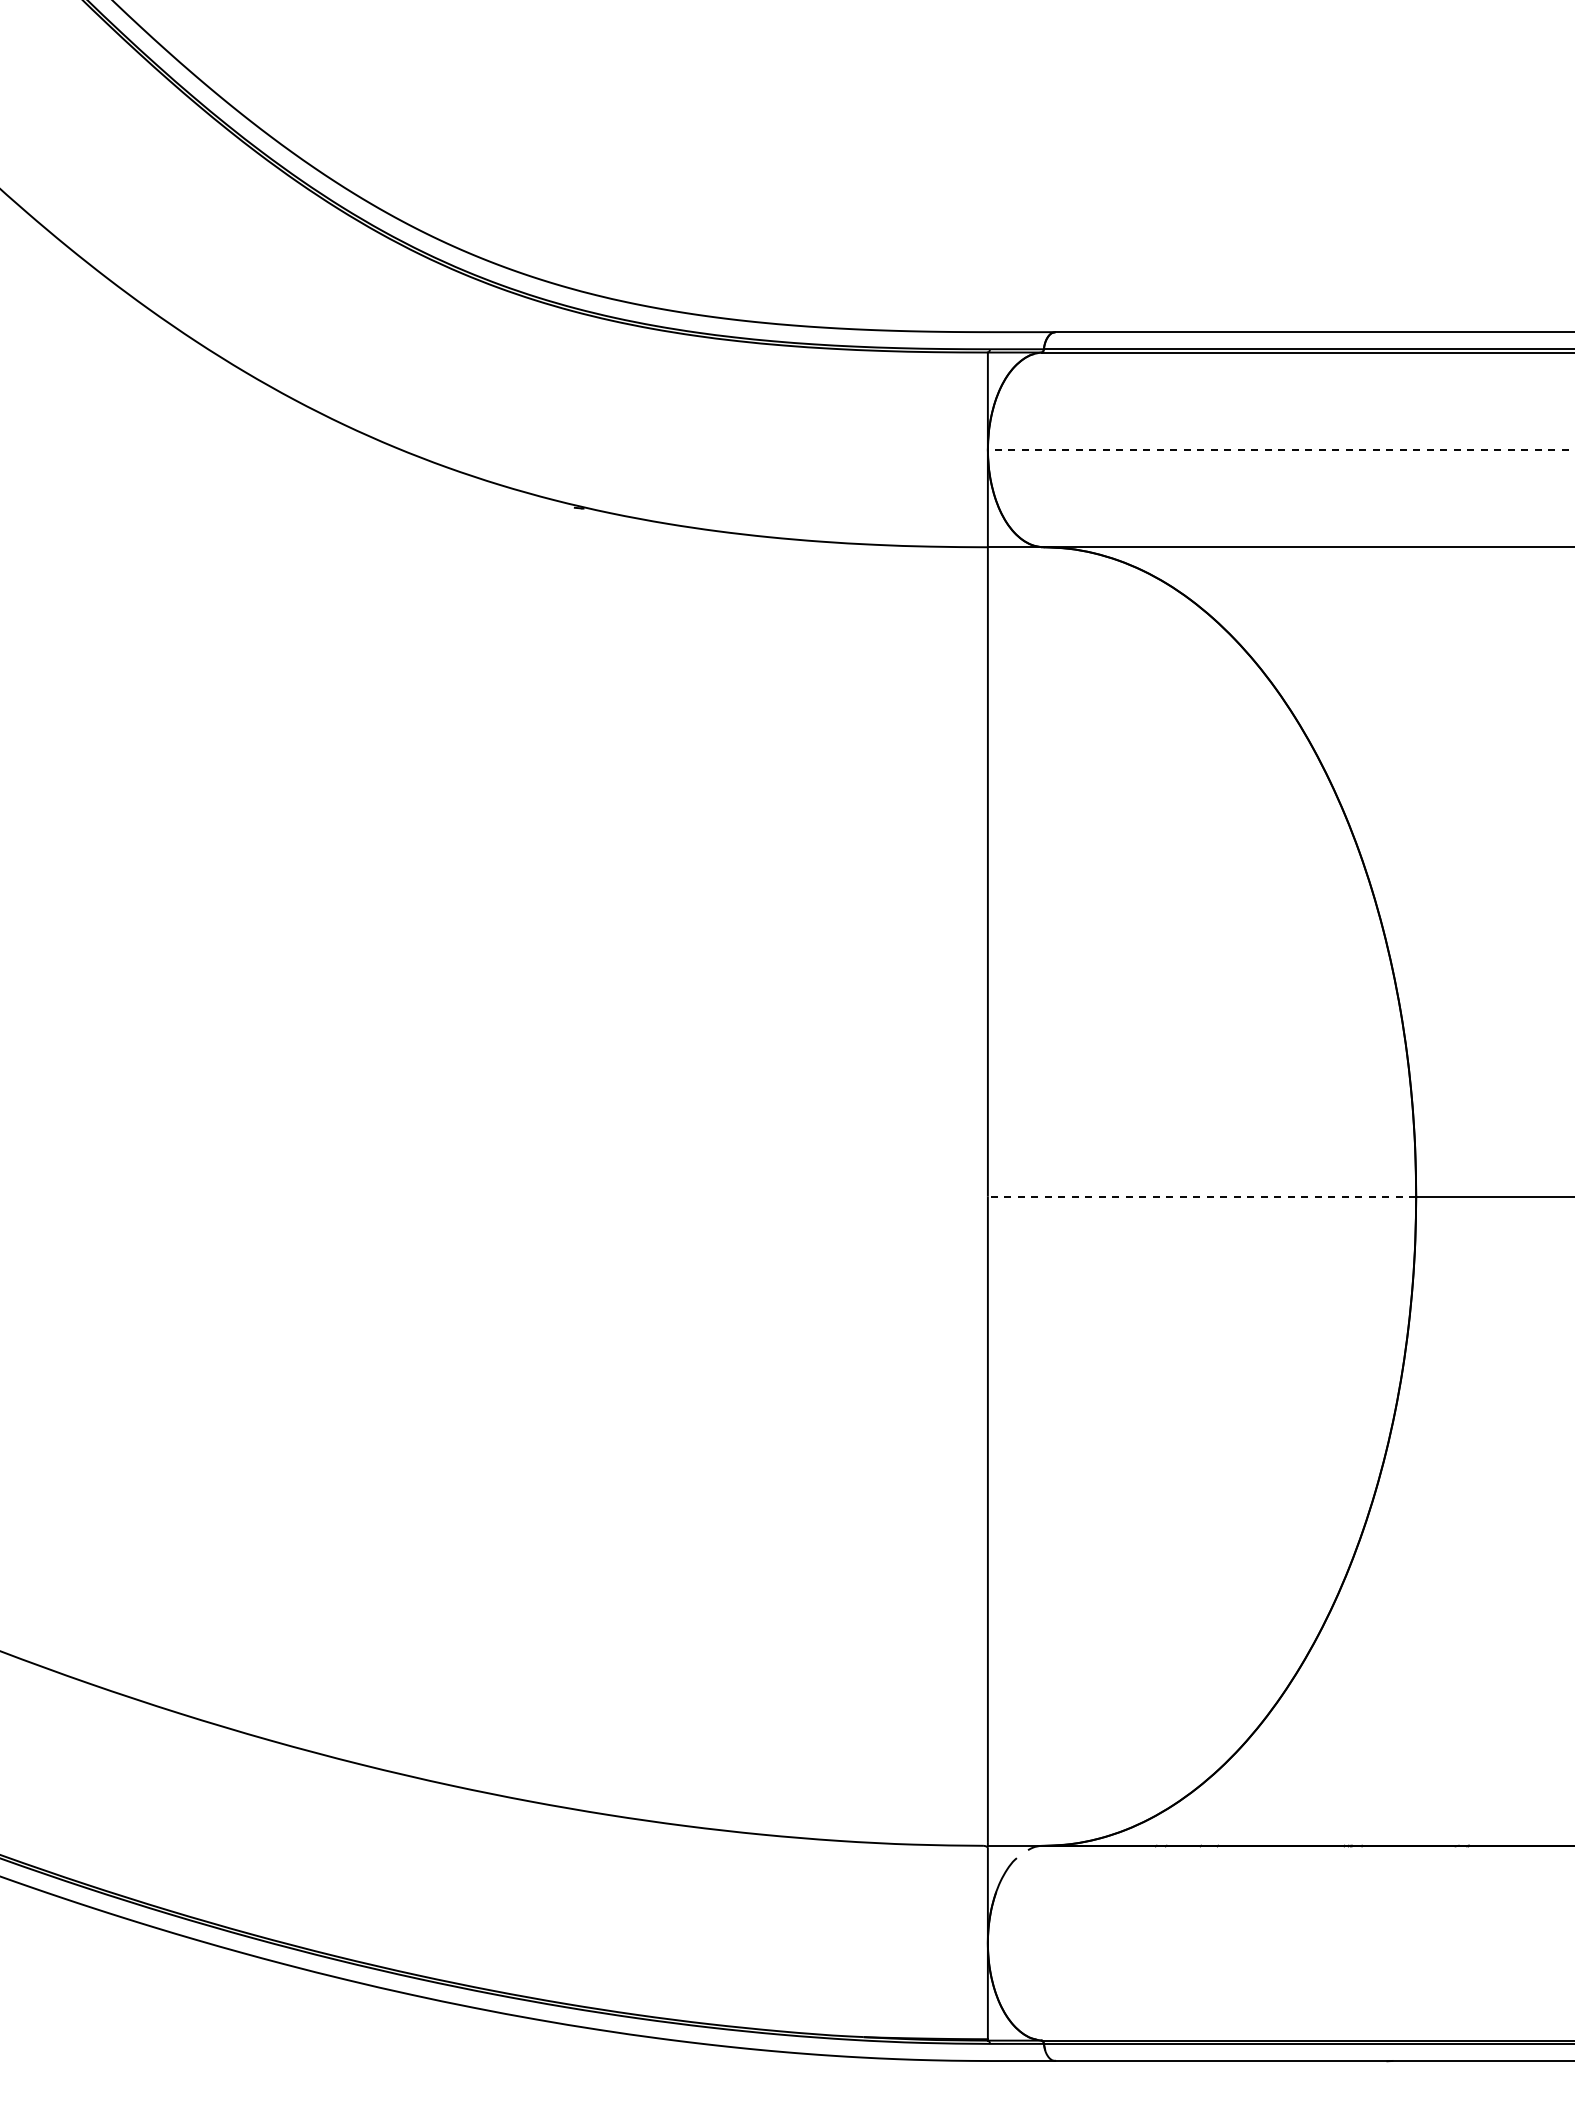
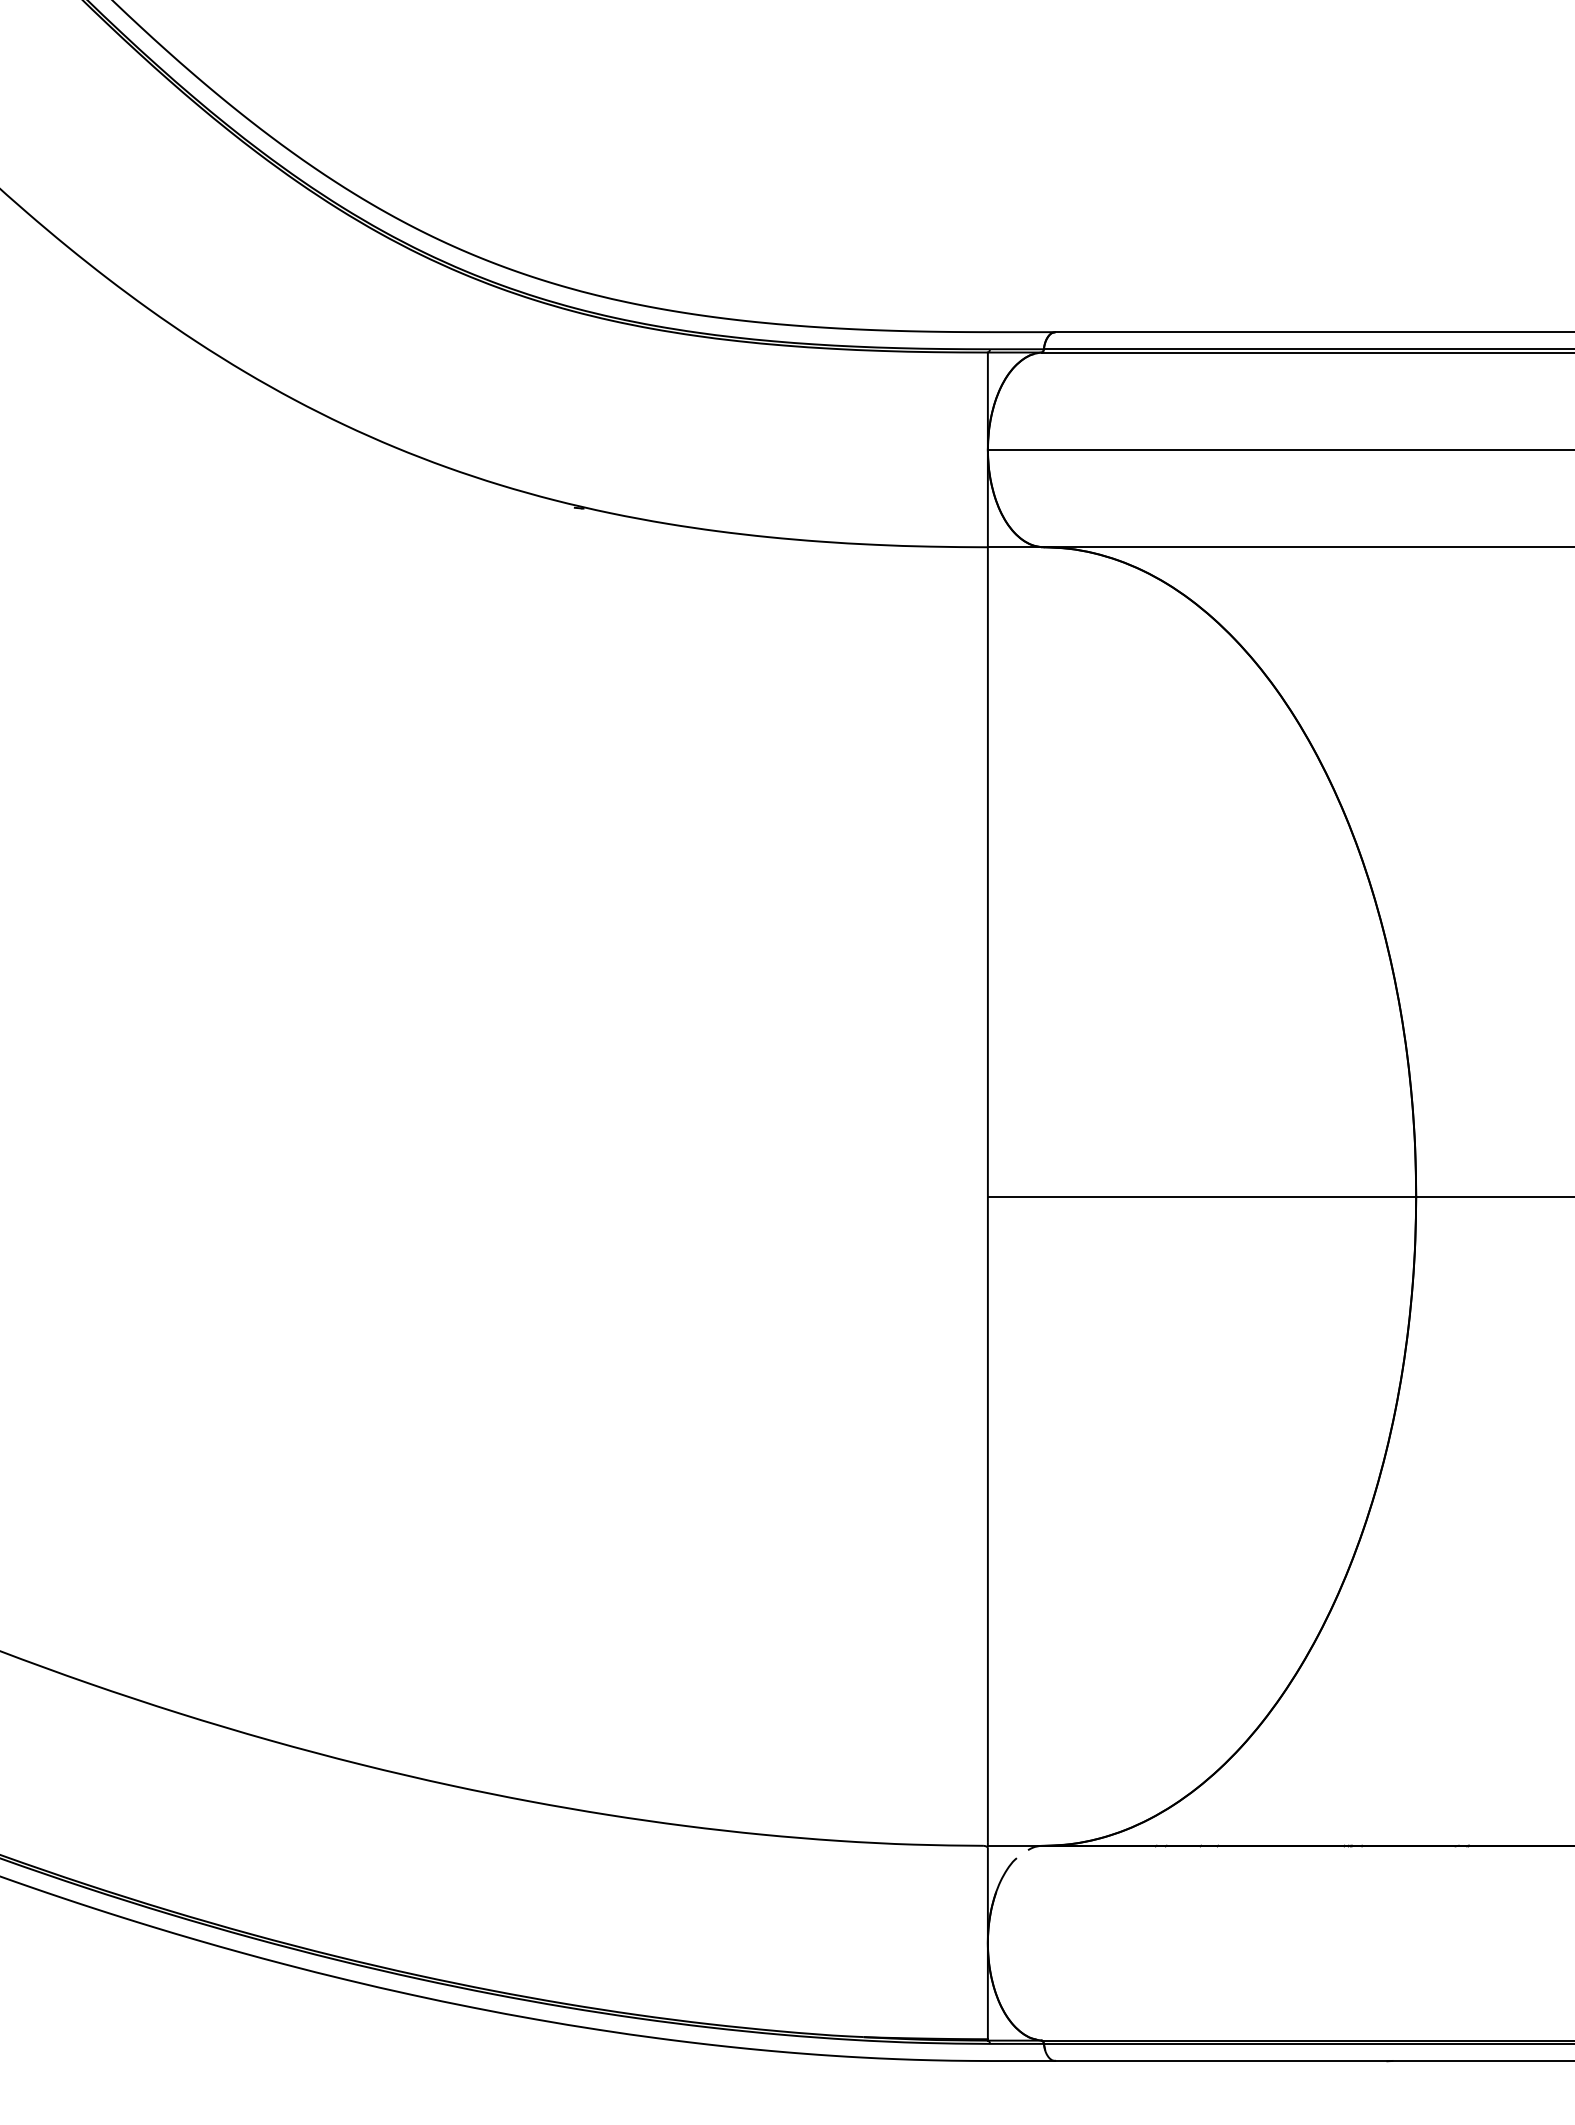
line at (1280, 449): dashed -> solid
line at (1201, 1196): dashed -> solid
